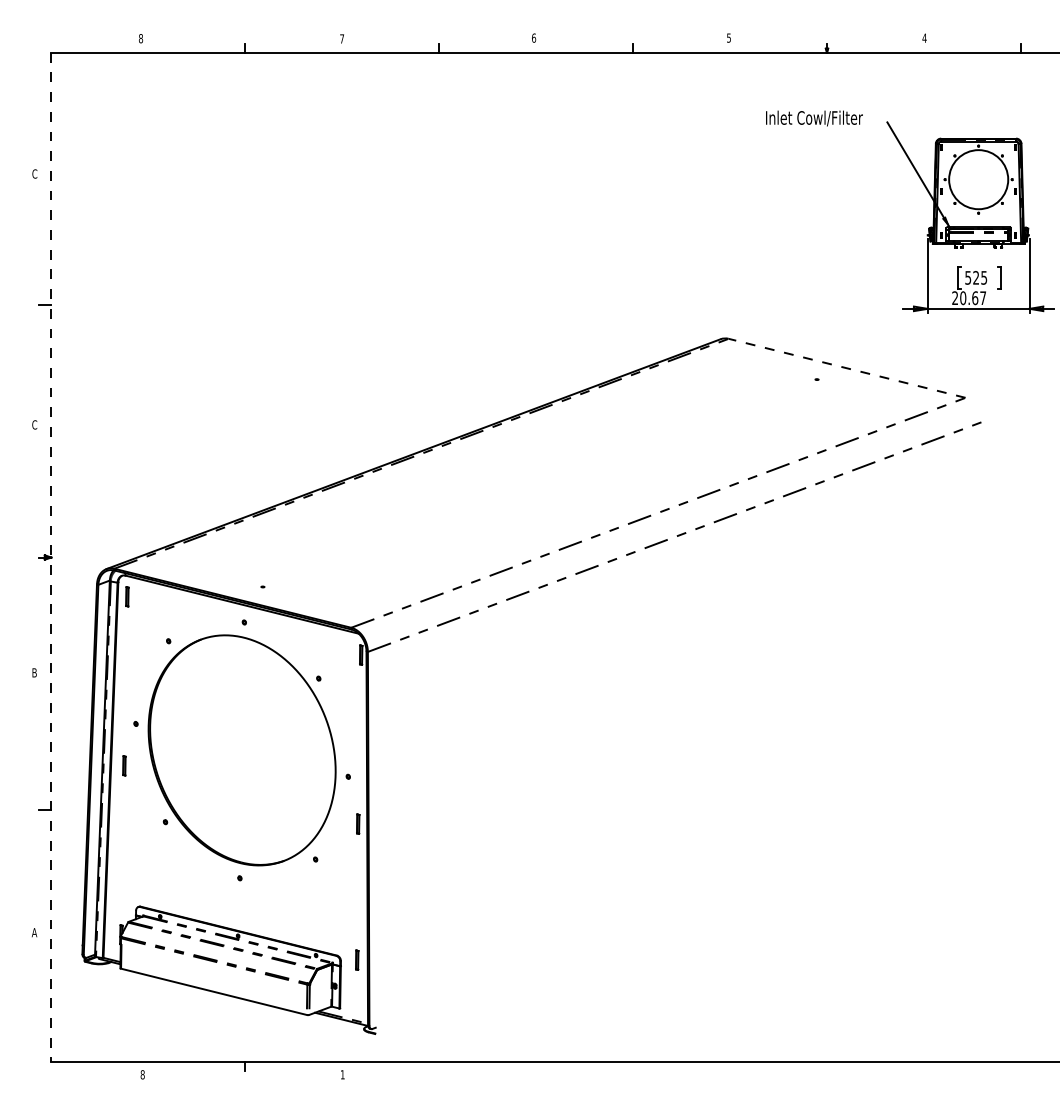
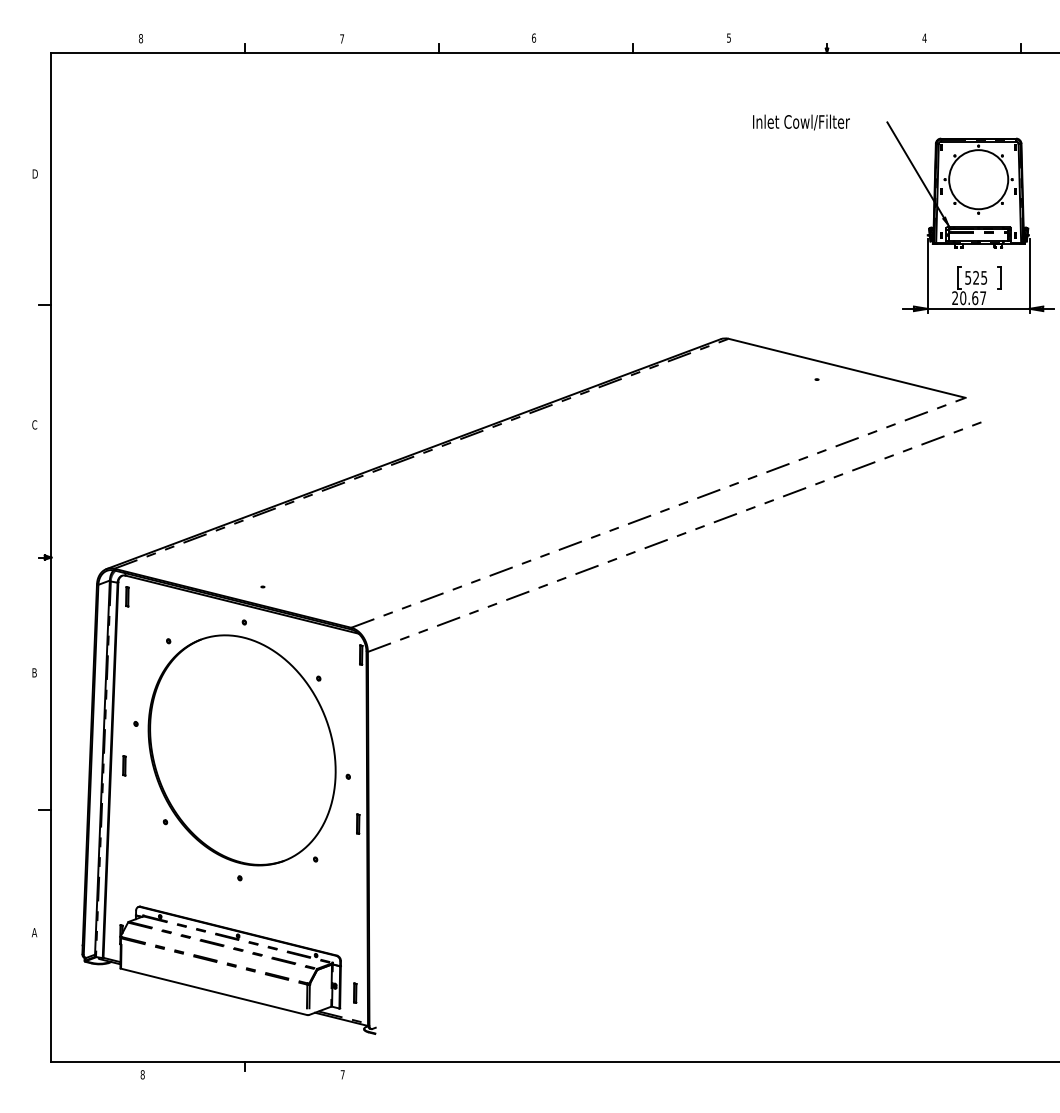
text at (814, 118) position: (814, 118) -> (801, 122)
text at (34, 173): C -> D
line at (846, 368): dashed -> solid
line at (51, 557): dashed -> solid
line at (357, 959) position: (357, 959) -> (355, 992)
text at (342, 1074): 1 -> 7
